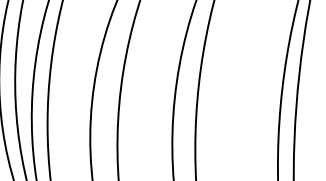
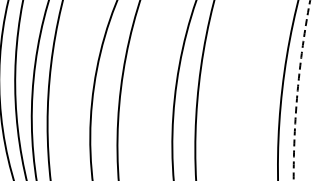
arc at (297, 90): solid -> dashed
